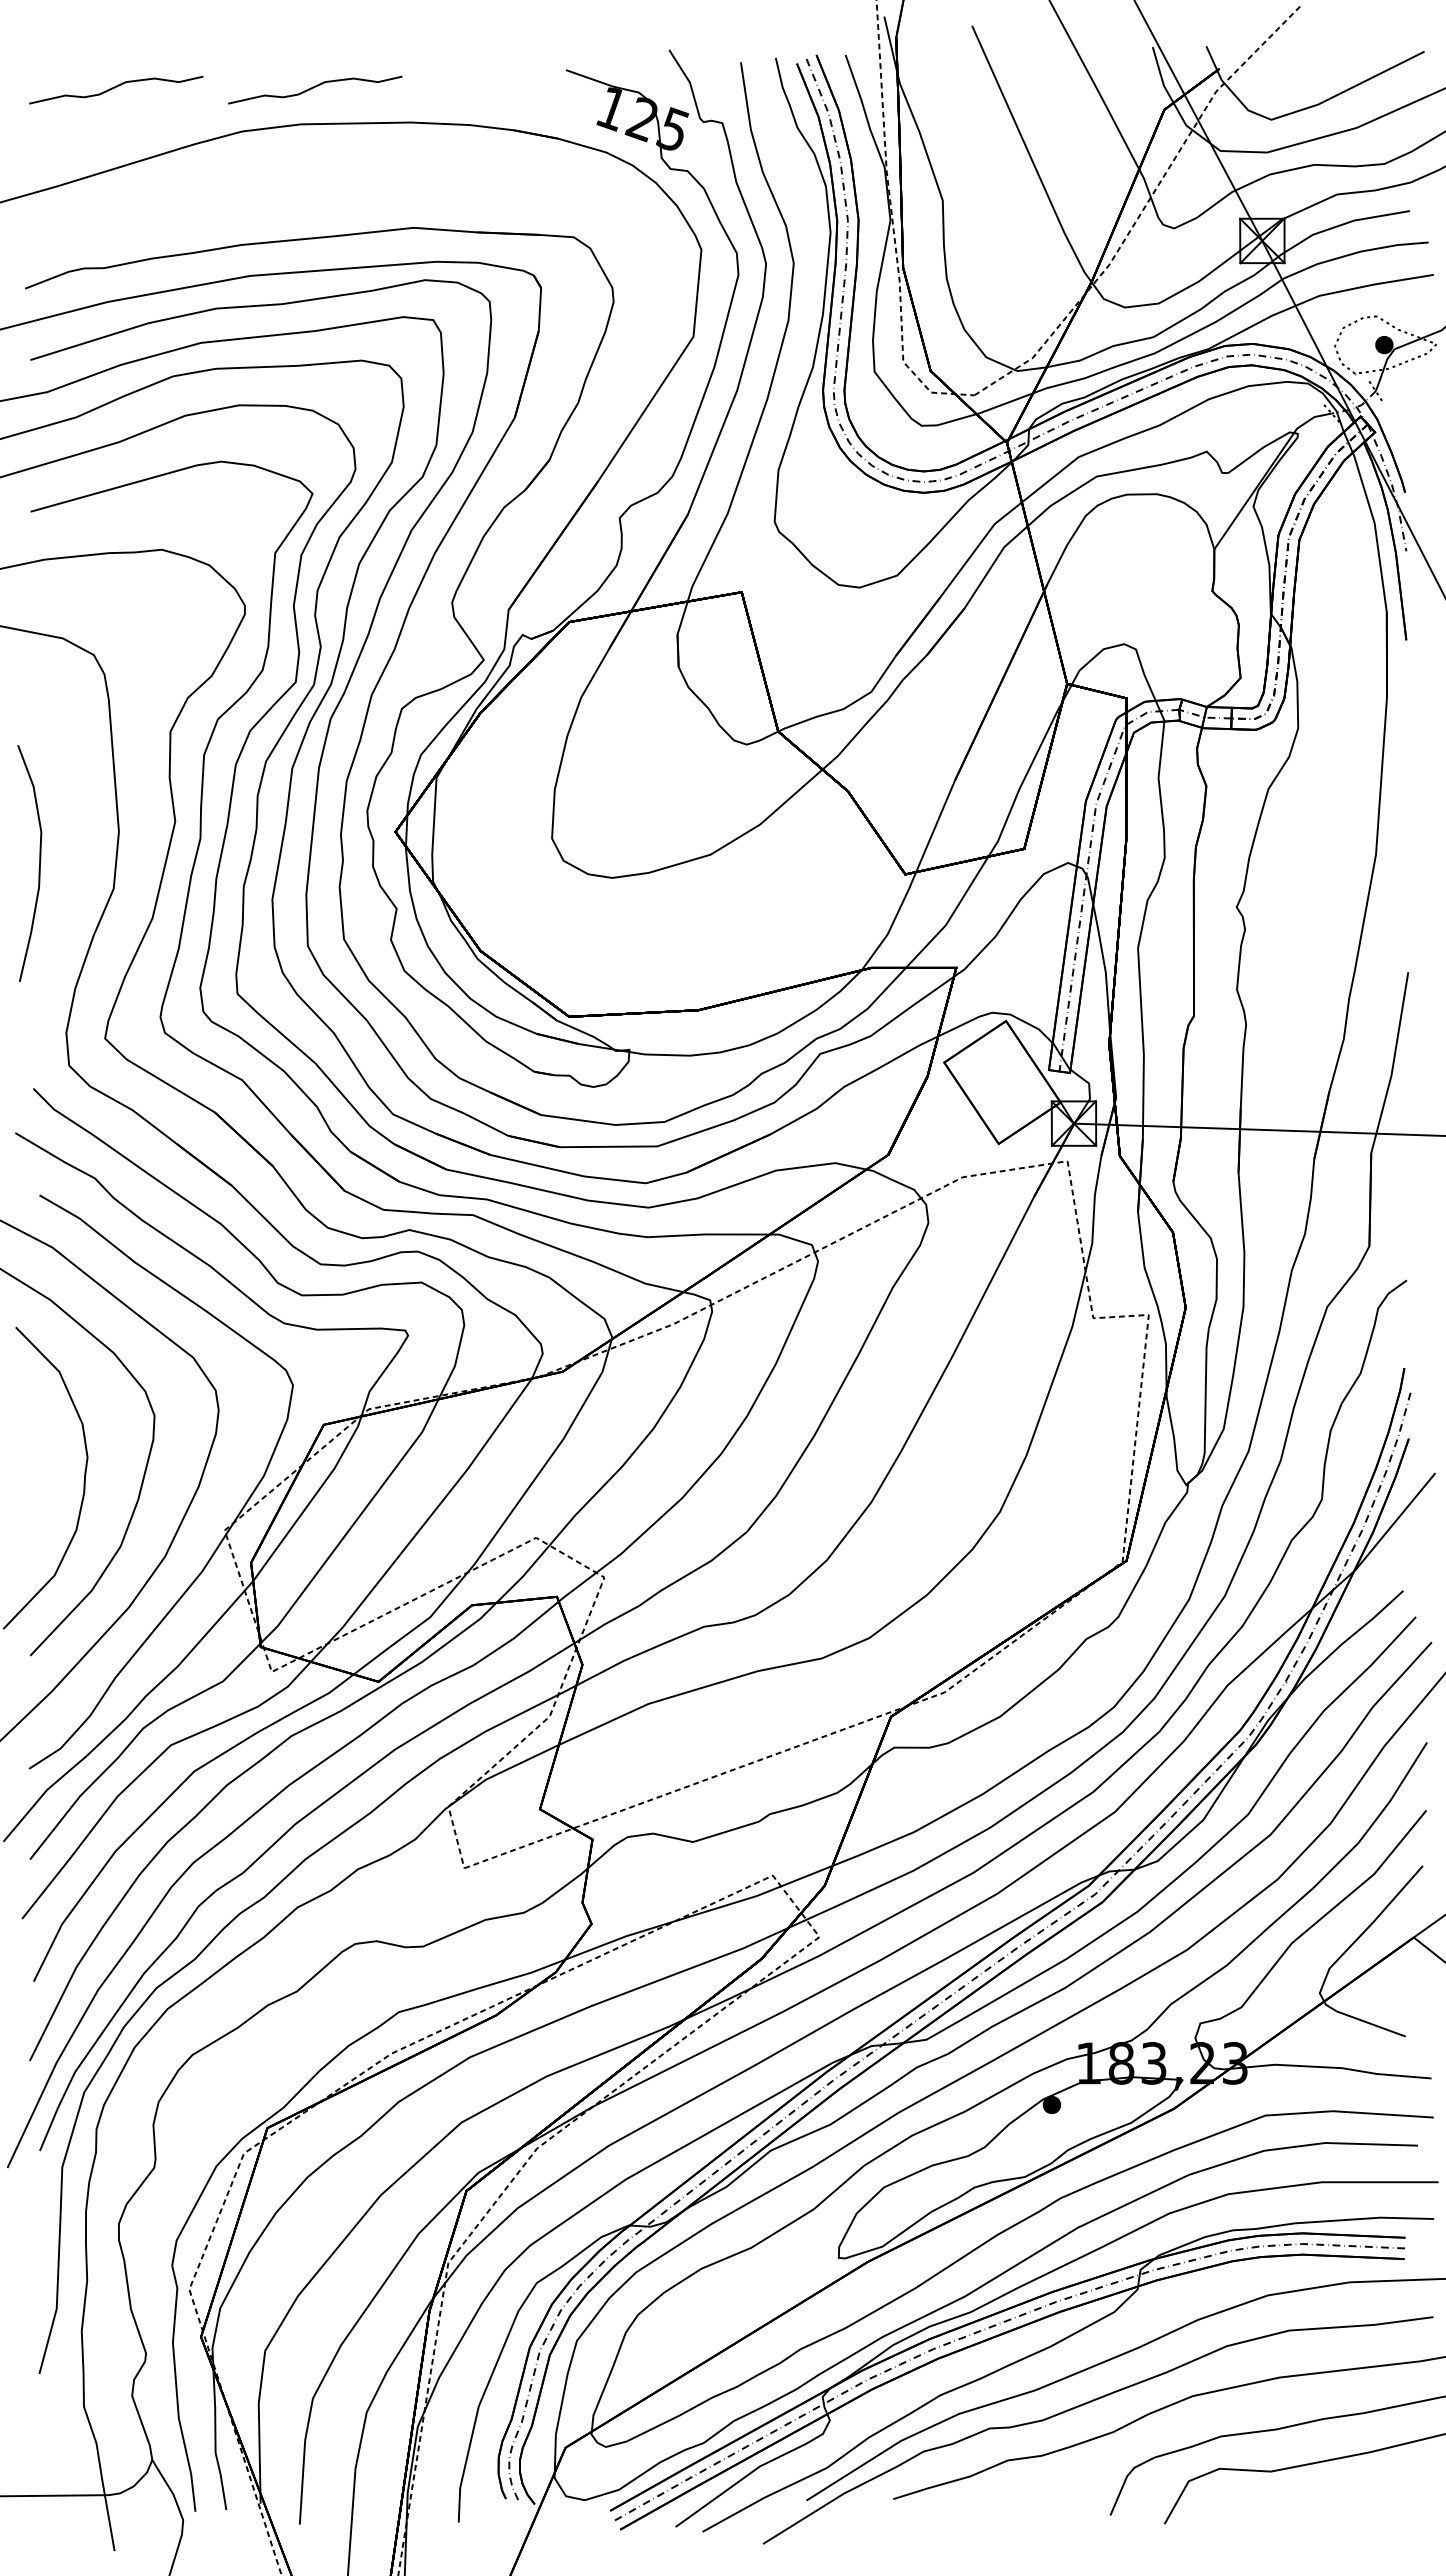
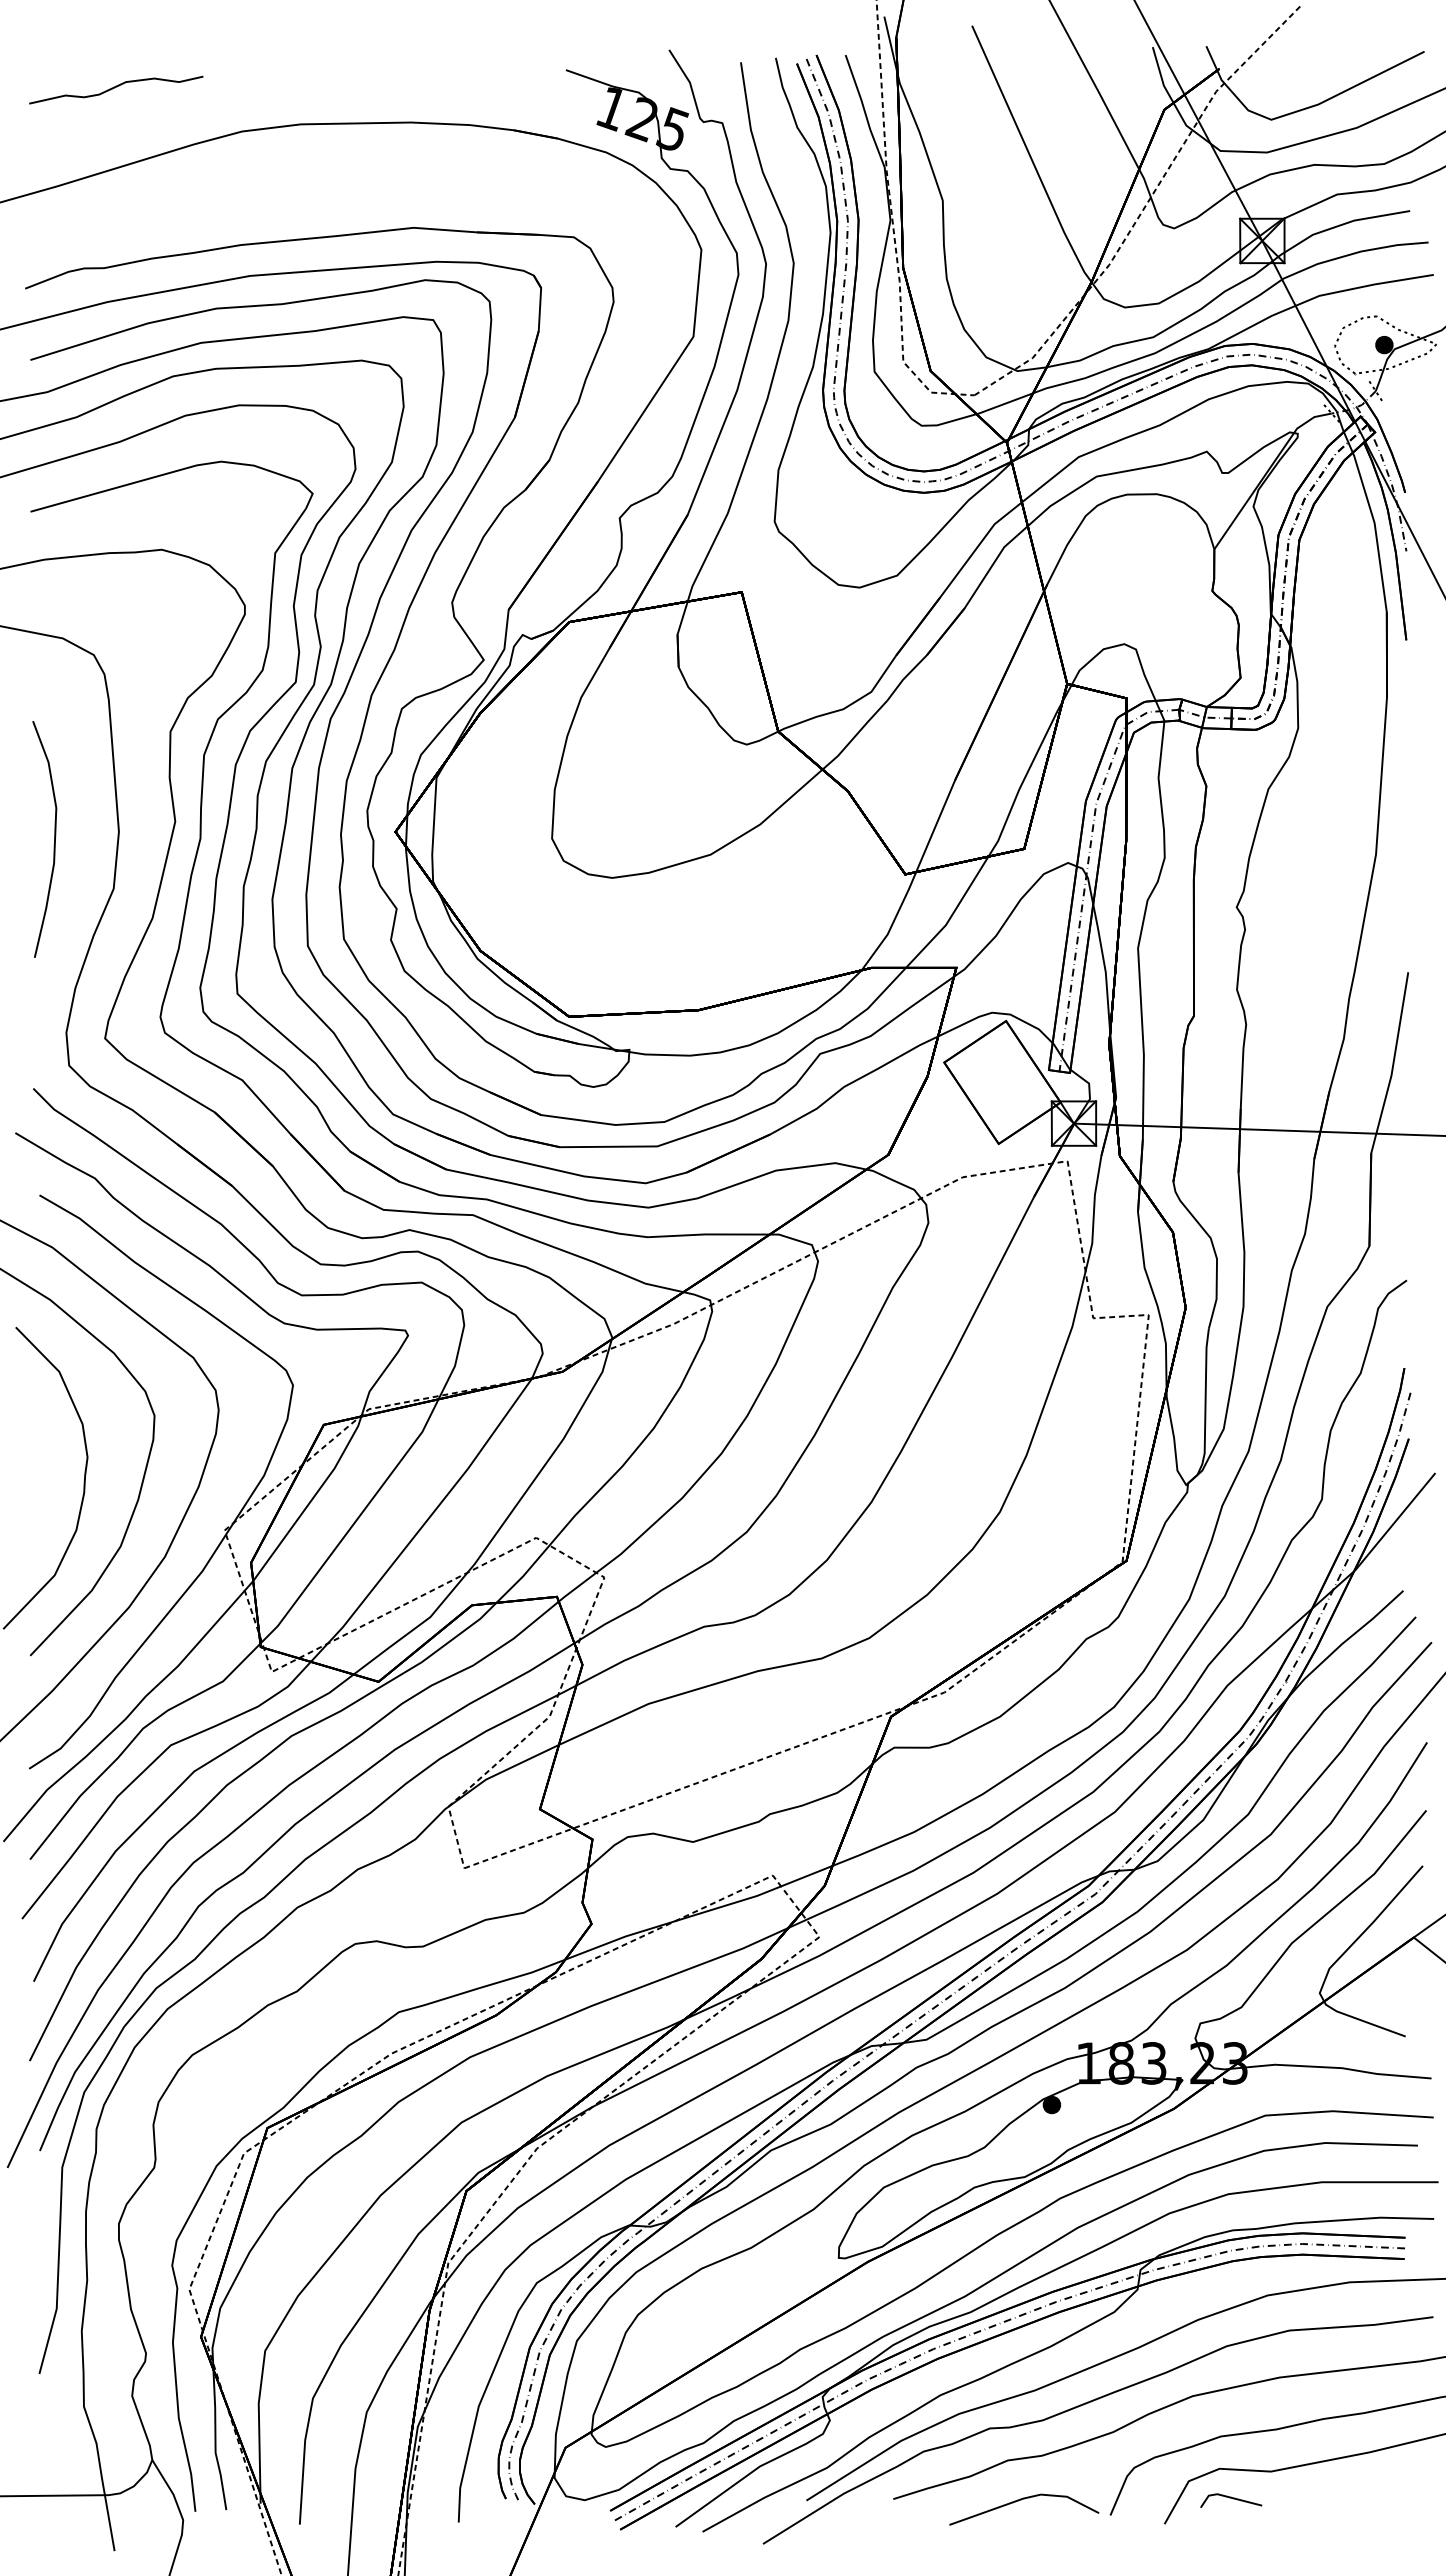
curve at (315, 87): present -> none
curve at (39, 863) position: (39, 863) -> (54, 839)
line at (1231, 2498): none -> present
line at (1021, 2500): none -> present
